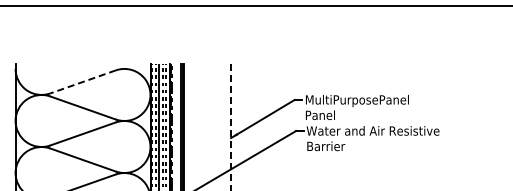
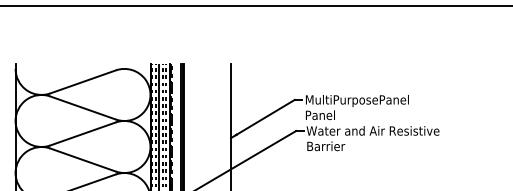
line at (83, 81): dashed -> solid
line at (231, 127): dashed -> solid
